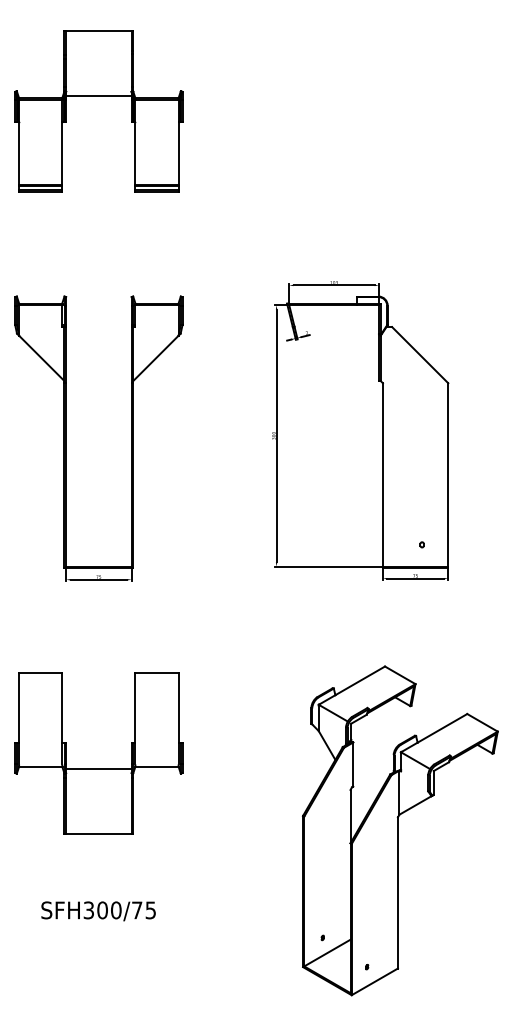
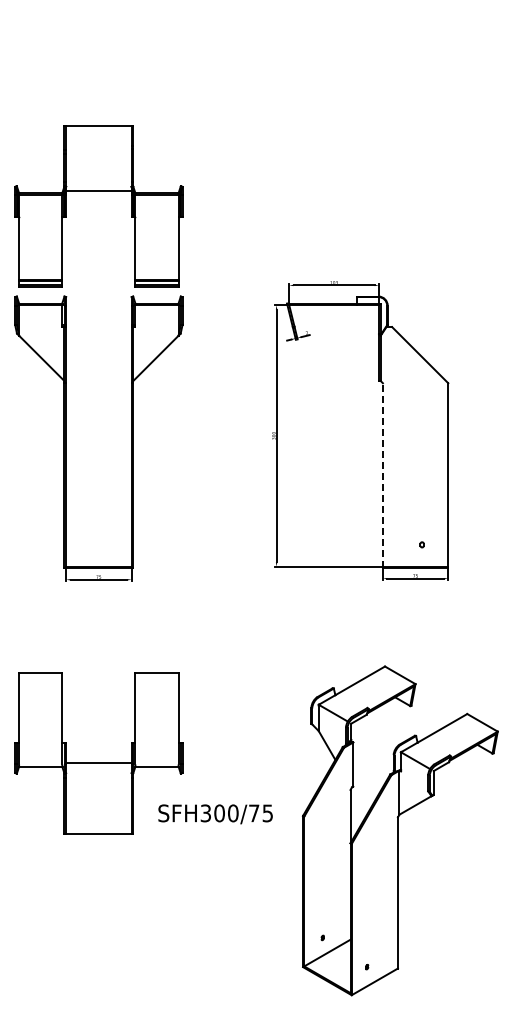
part at (98, 96) position: (98, 96) -> (98, 191)
line at (382, 475): solid -> dashed
line at (98, 768) position: (98, 768) -> (98, 762)
text at (98, 911) position: (98, 911) -> (215, 814)
